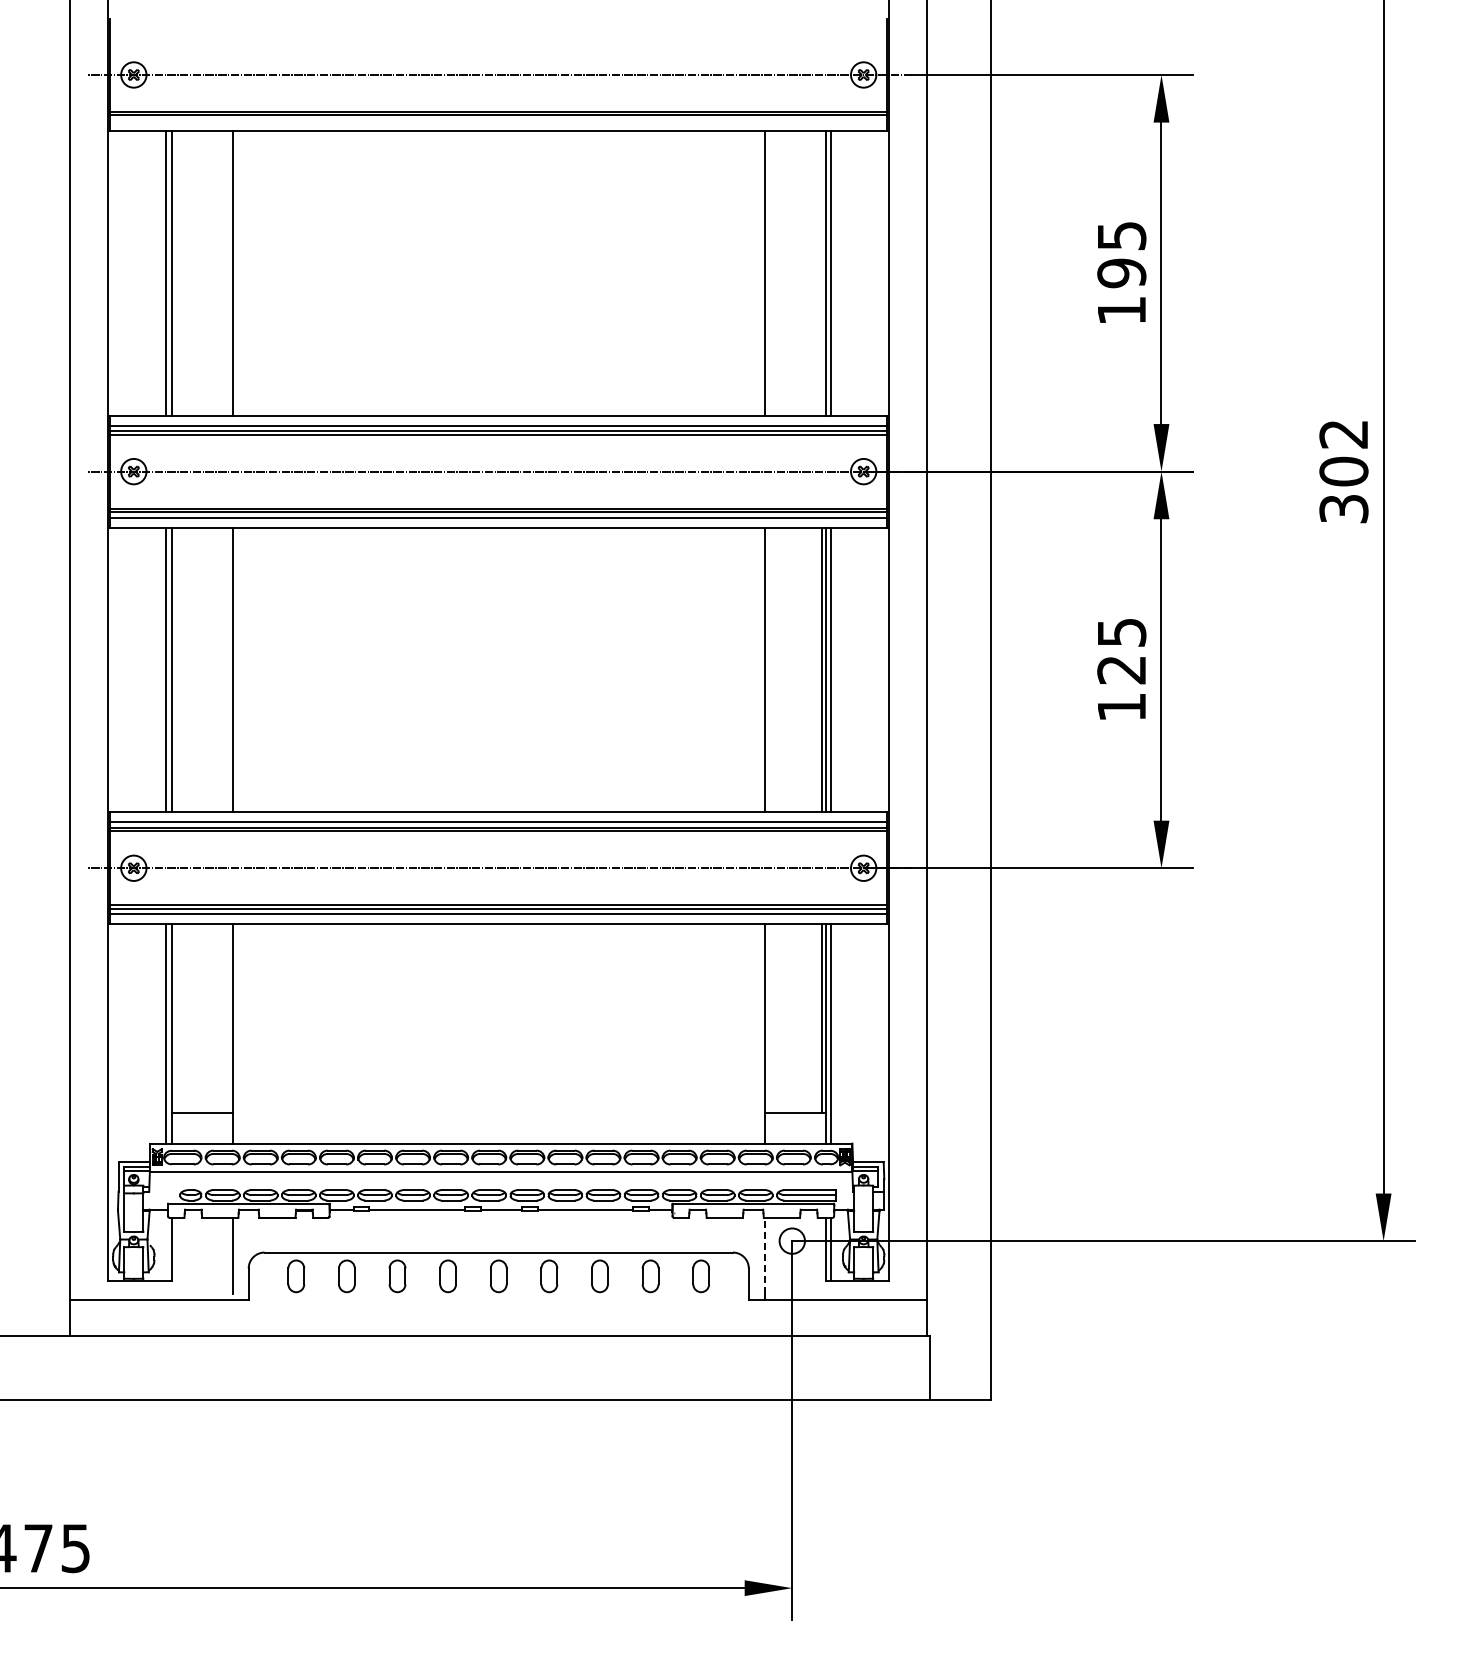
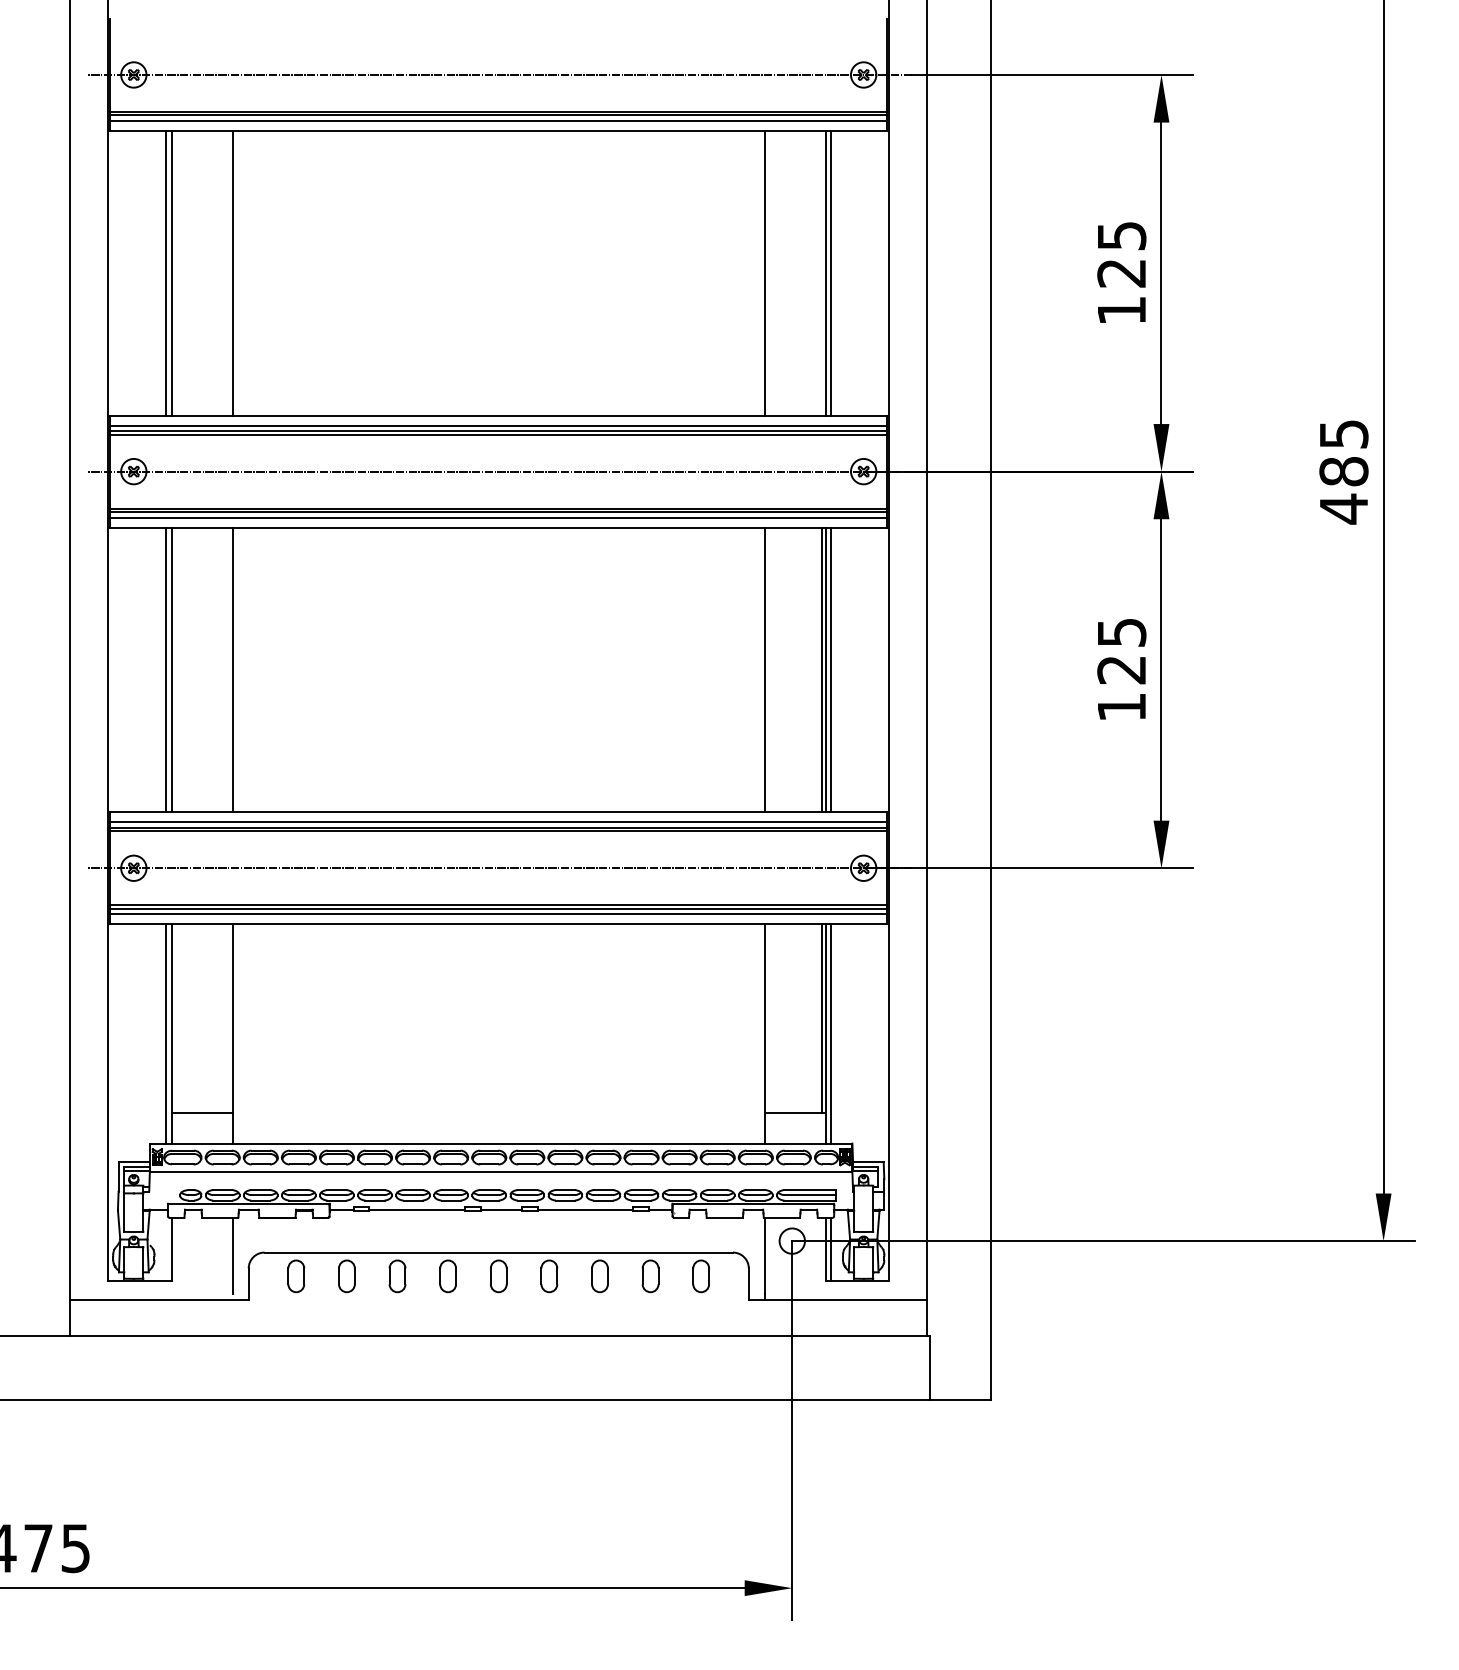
line at (498, 121): none -> present
text at (1121, 273): 195 -> 125
text at (1343, 472): 302 -> 485
line at (764, 1255): dashed -> solid
